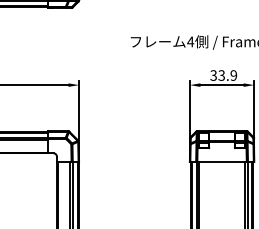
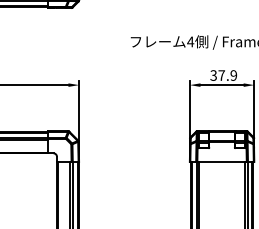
text at (221, 75): 33.9 -> 37.9
